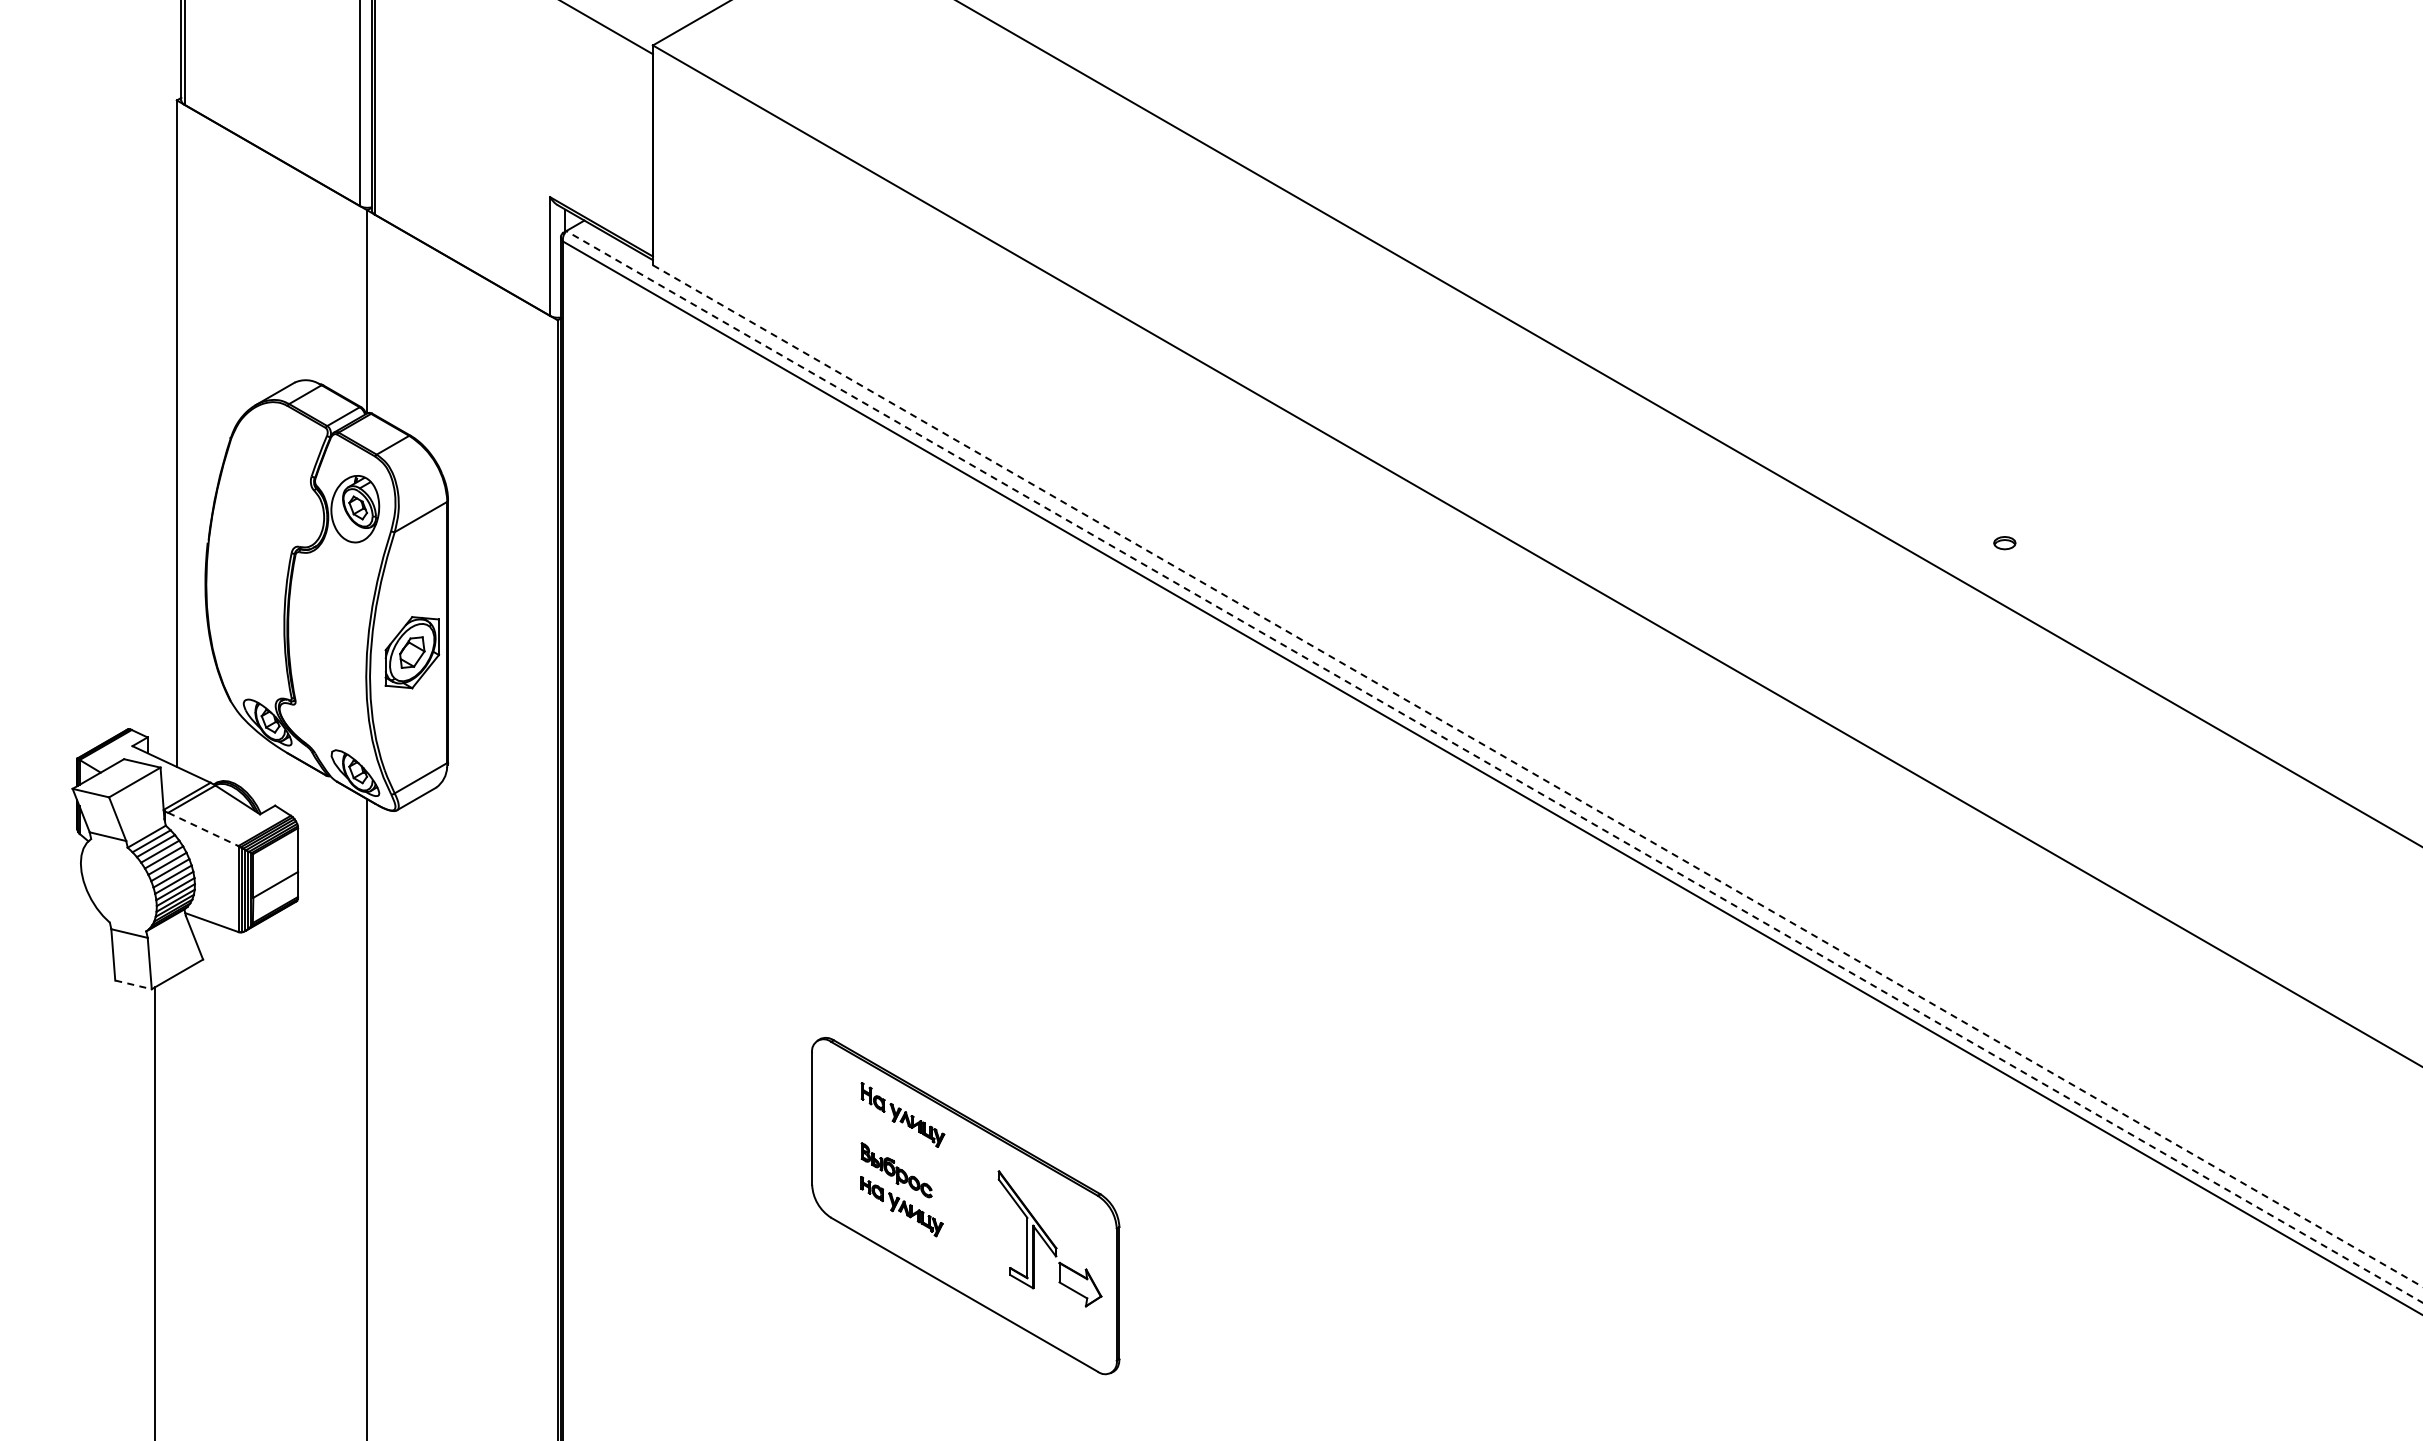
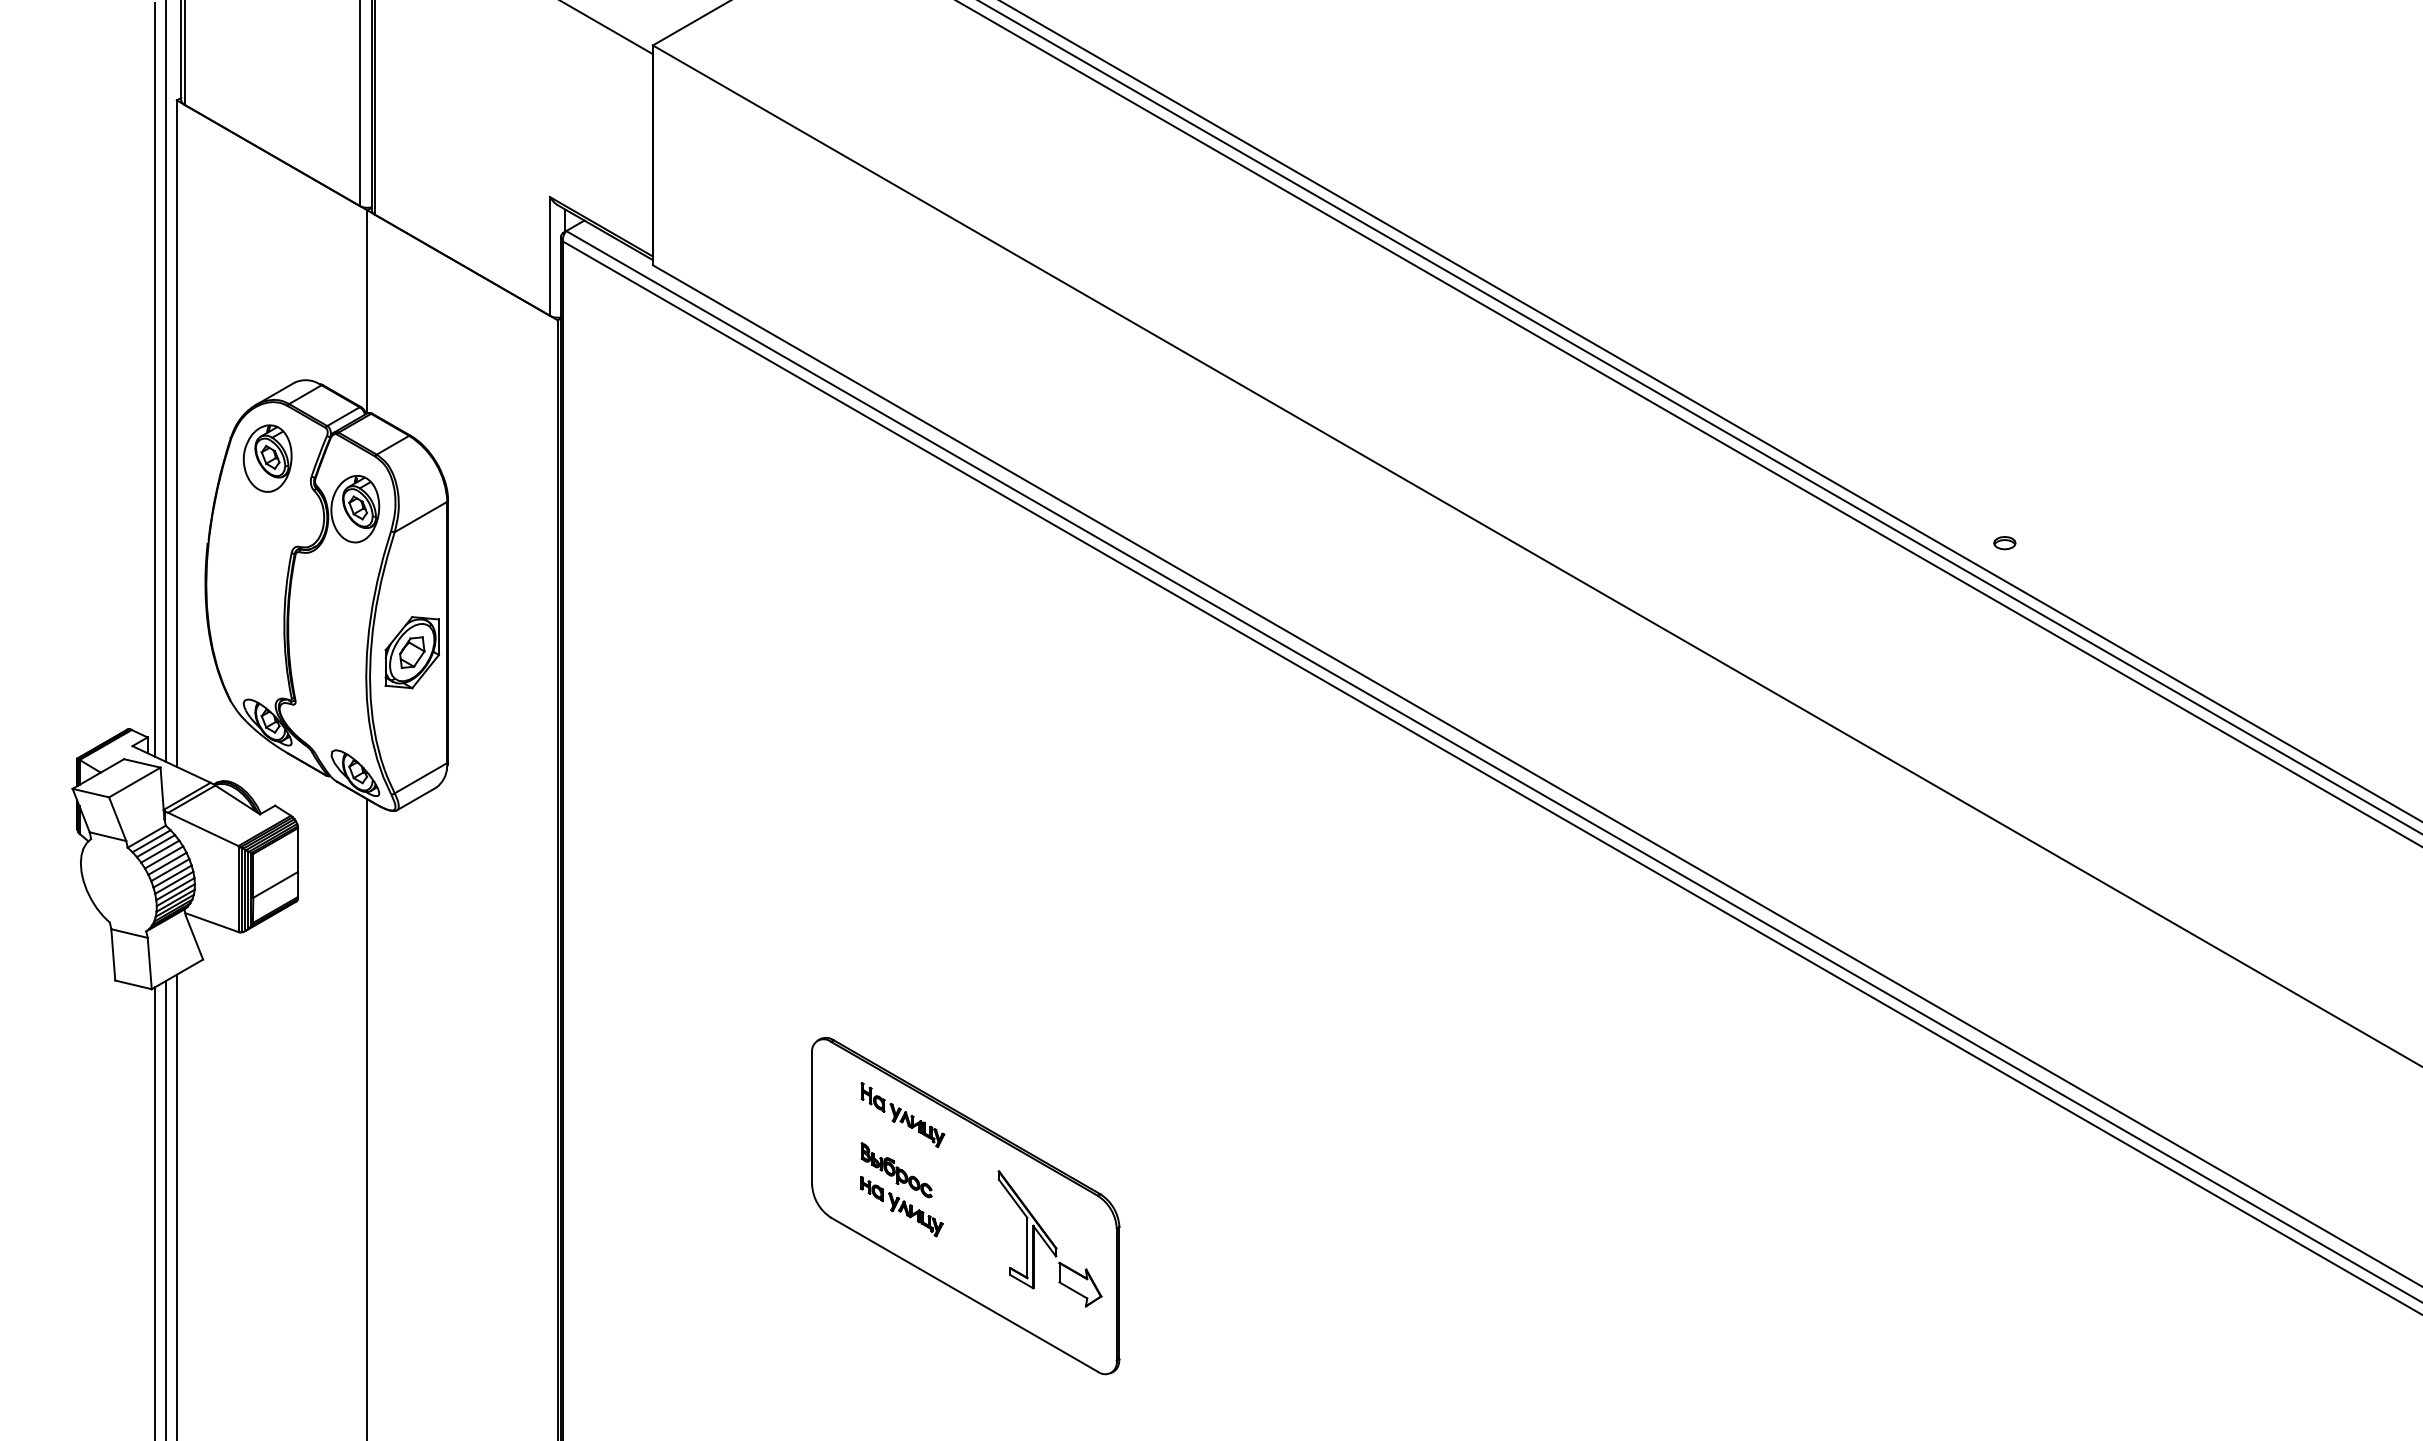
line at (155, 379): none -> present
line at (165, 381): none -> present
line at (1710, 411): none -> present
line at (1699, 417): none -> present
part at (267, 458): none -> present
line at (1494, 766): dashed -> solid
line at (1537, 776): dashed -> solid
line at (203, 829): dashed -> solid
line at (133, 984): dashed -> solid
line at (176, 1205): none -> present
line at (165, 1209): none -> present
